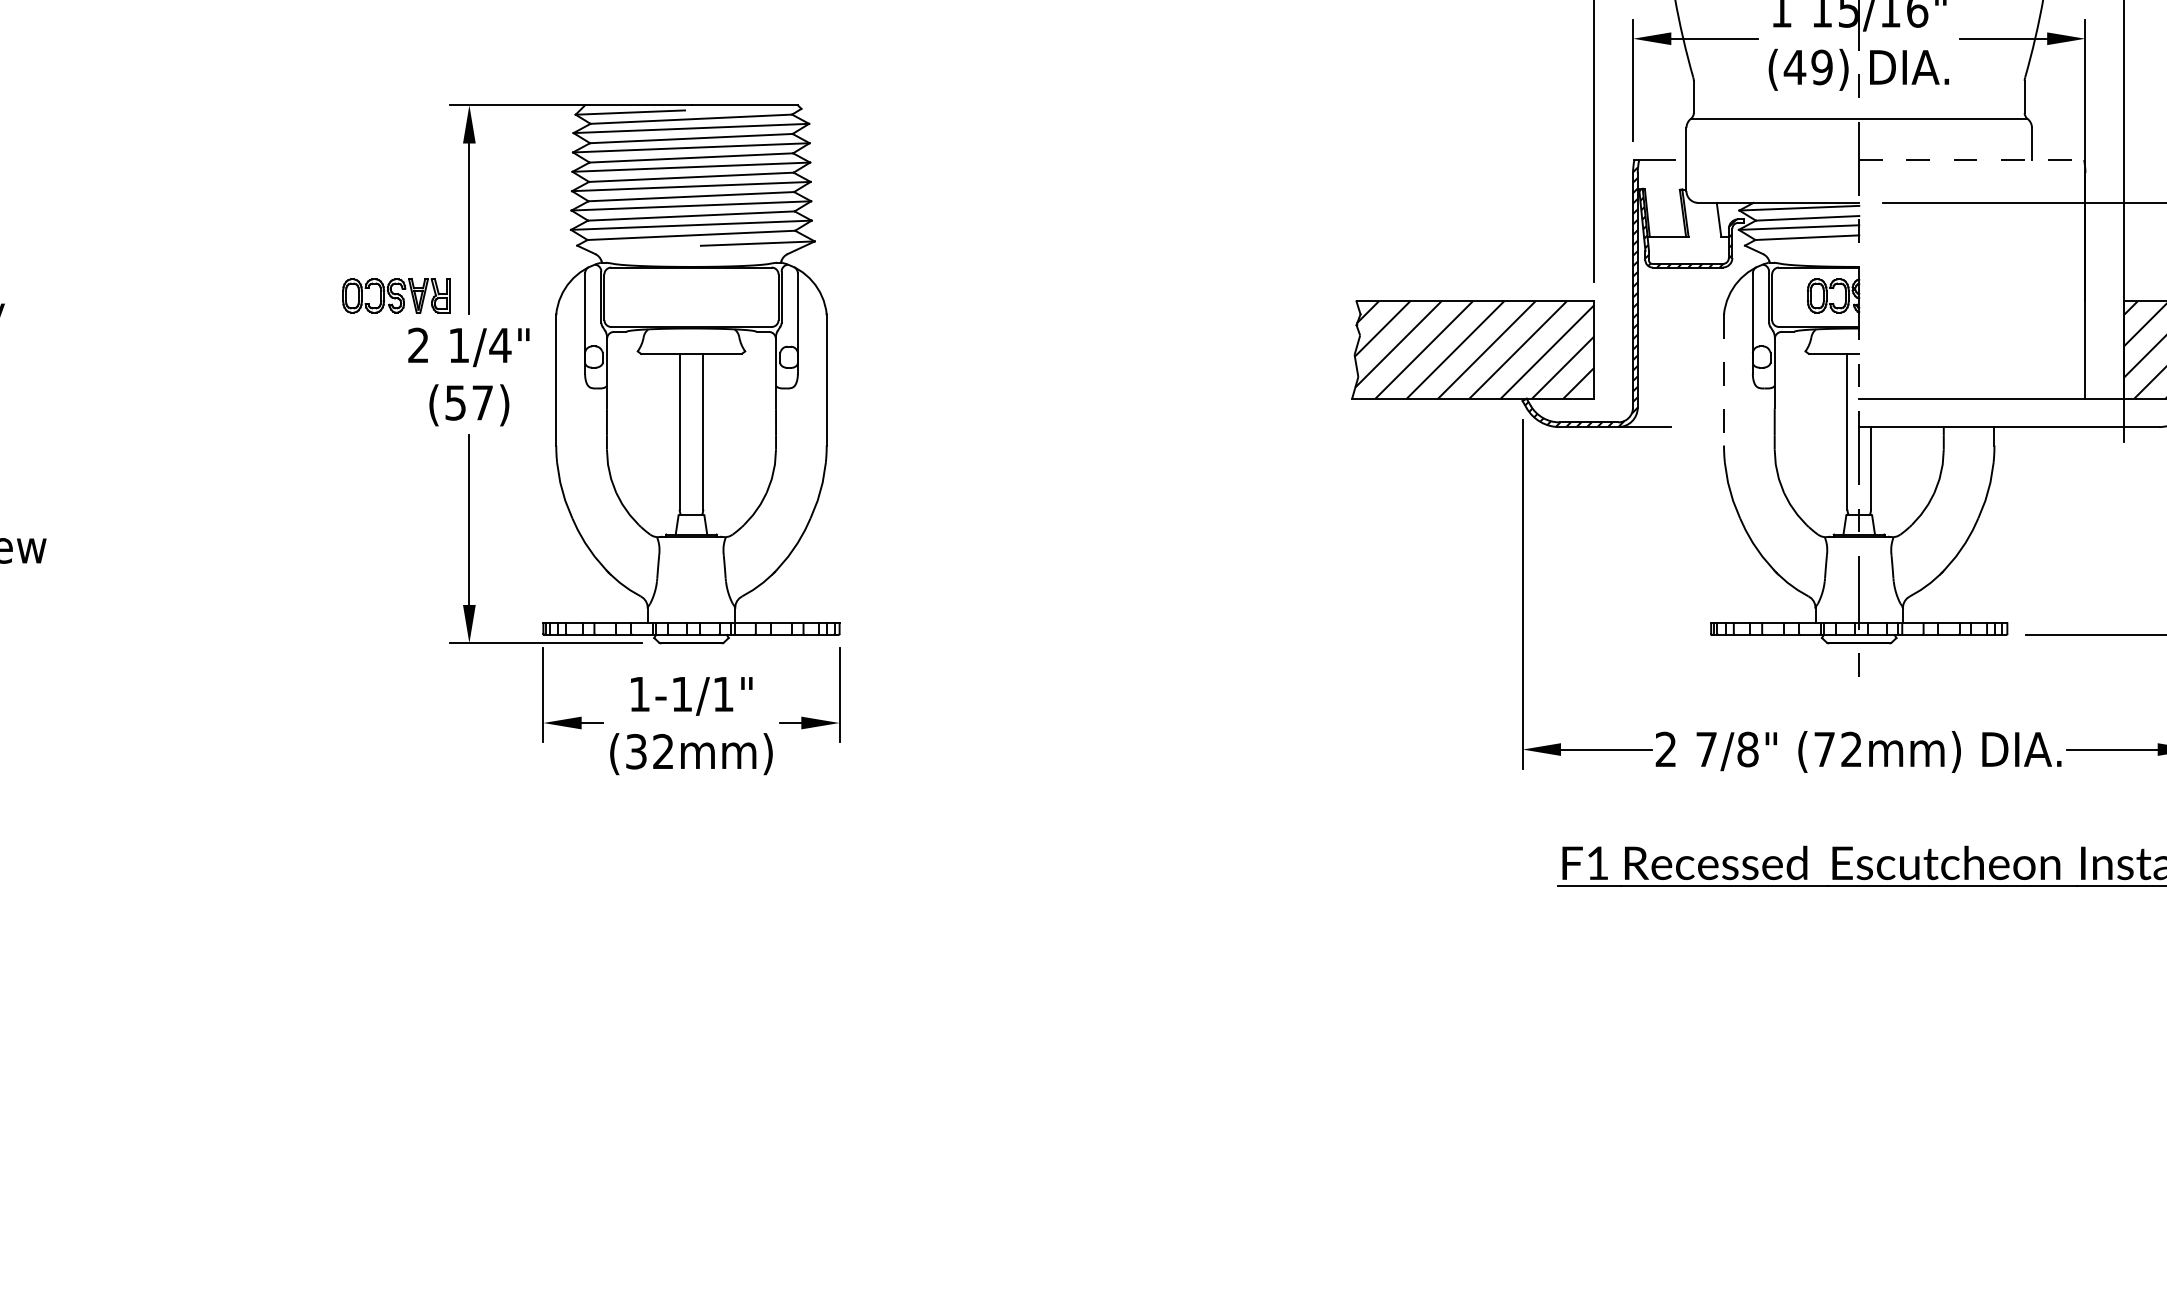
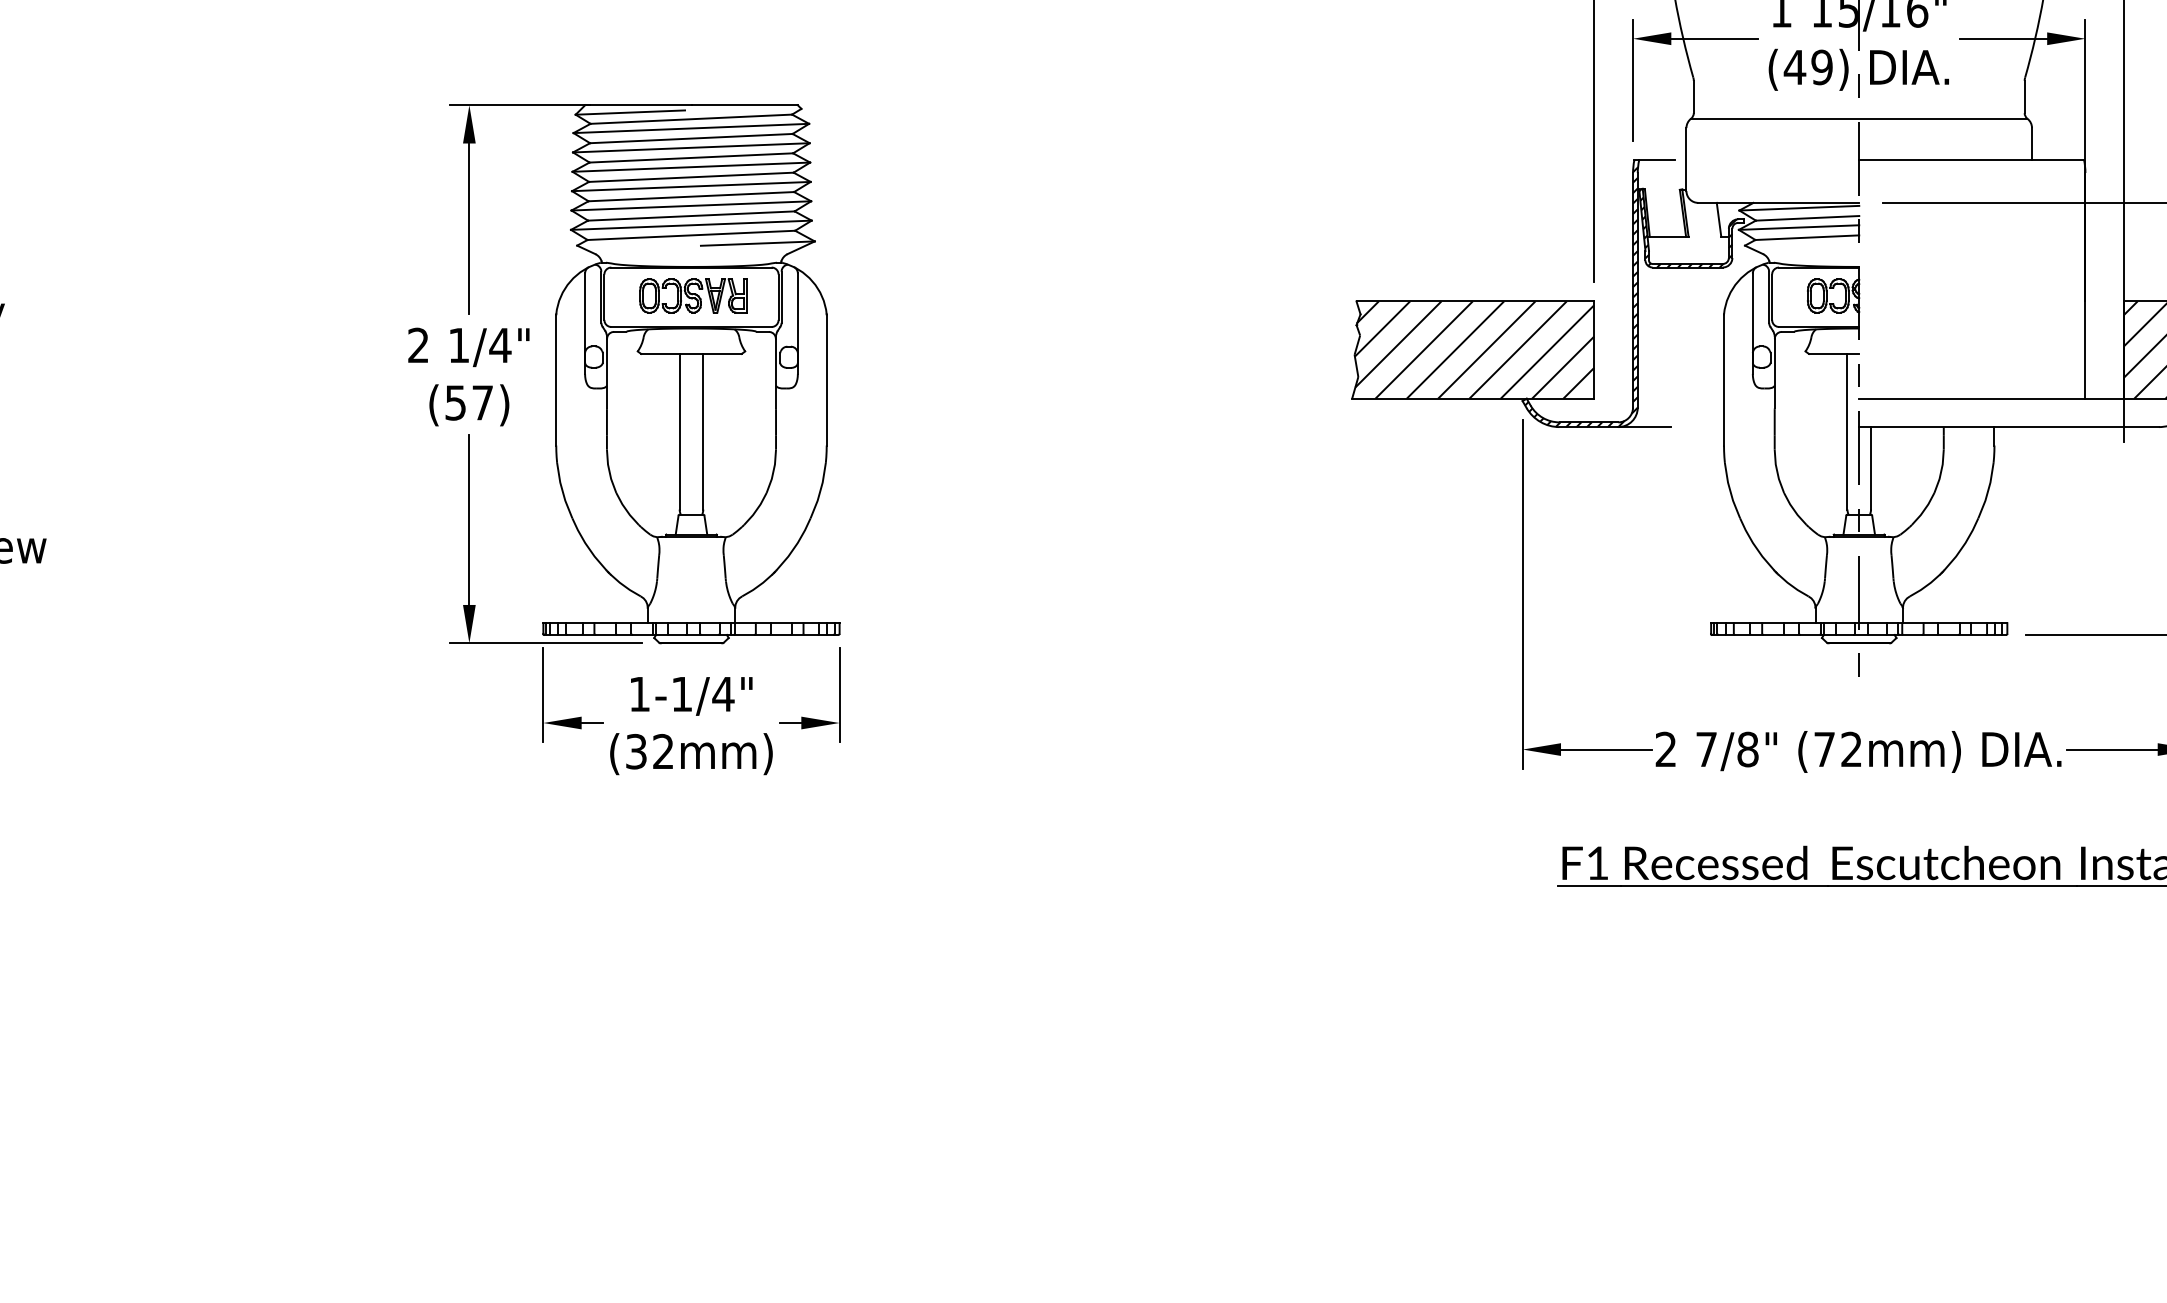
line at (1972, 160): dashed -> solid
part at (396, 295) position: (396, 295) -> (693, 295)
line at (1724, 380): dashed -> solid
text at (723, 694): 1-1/1" -> 1-1/4"
